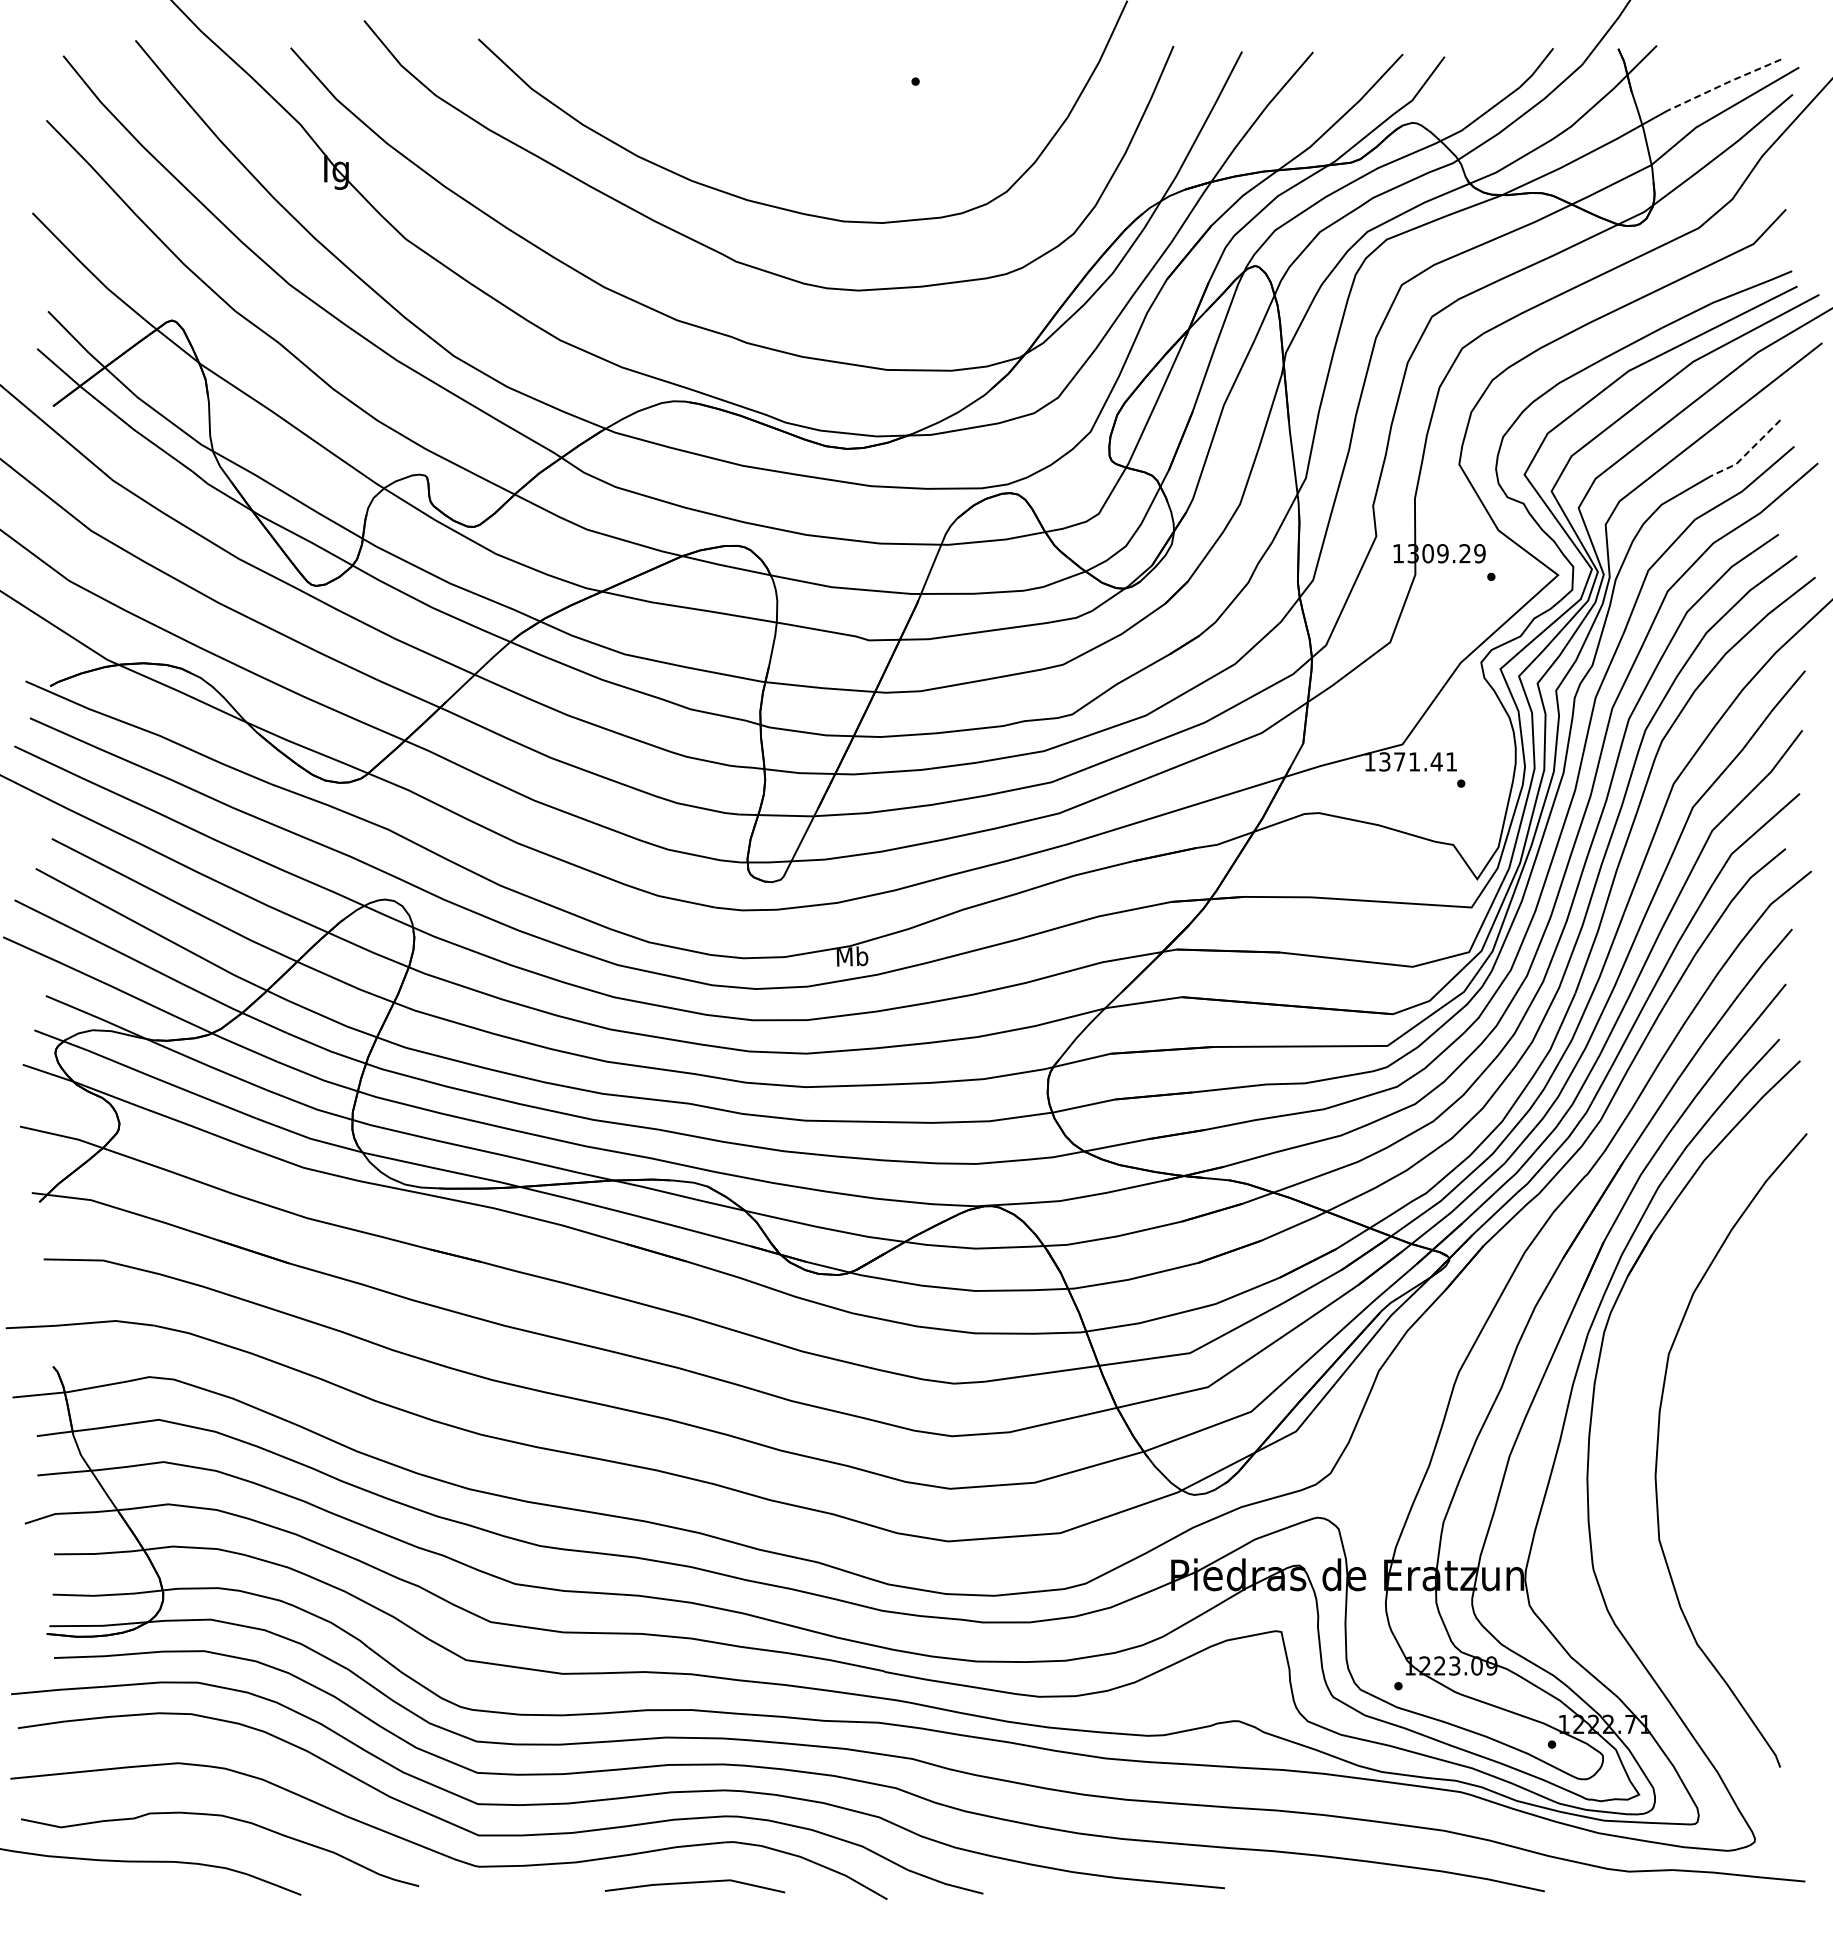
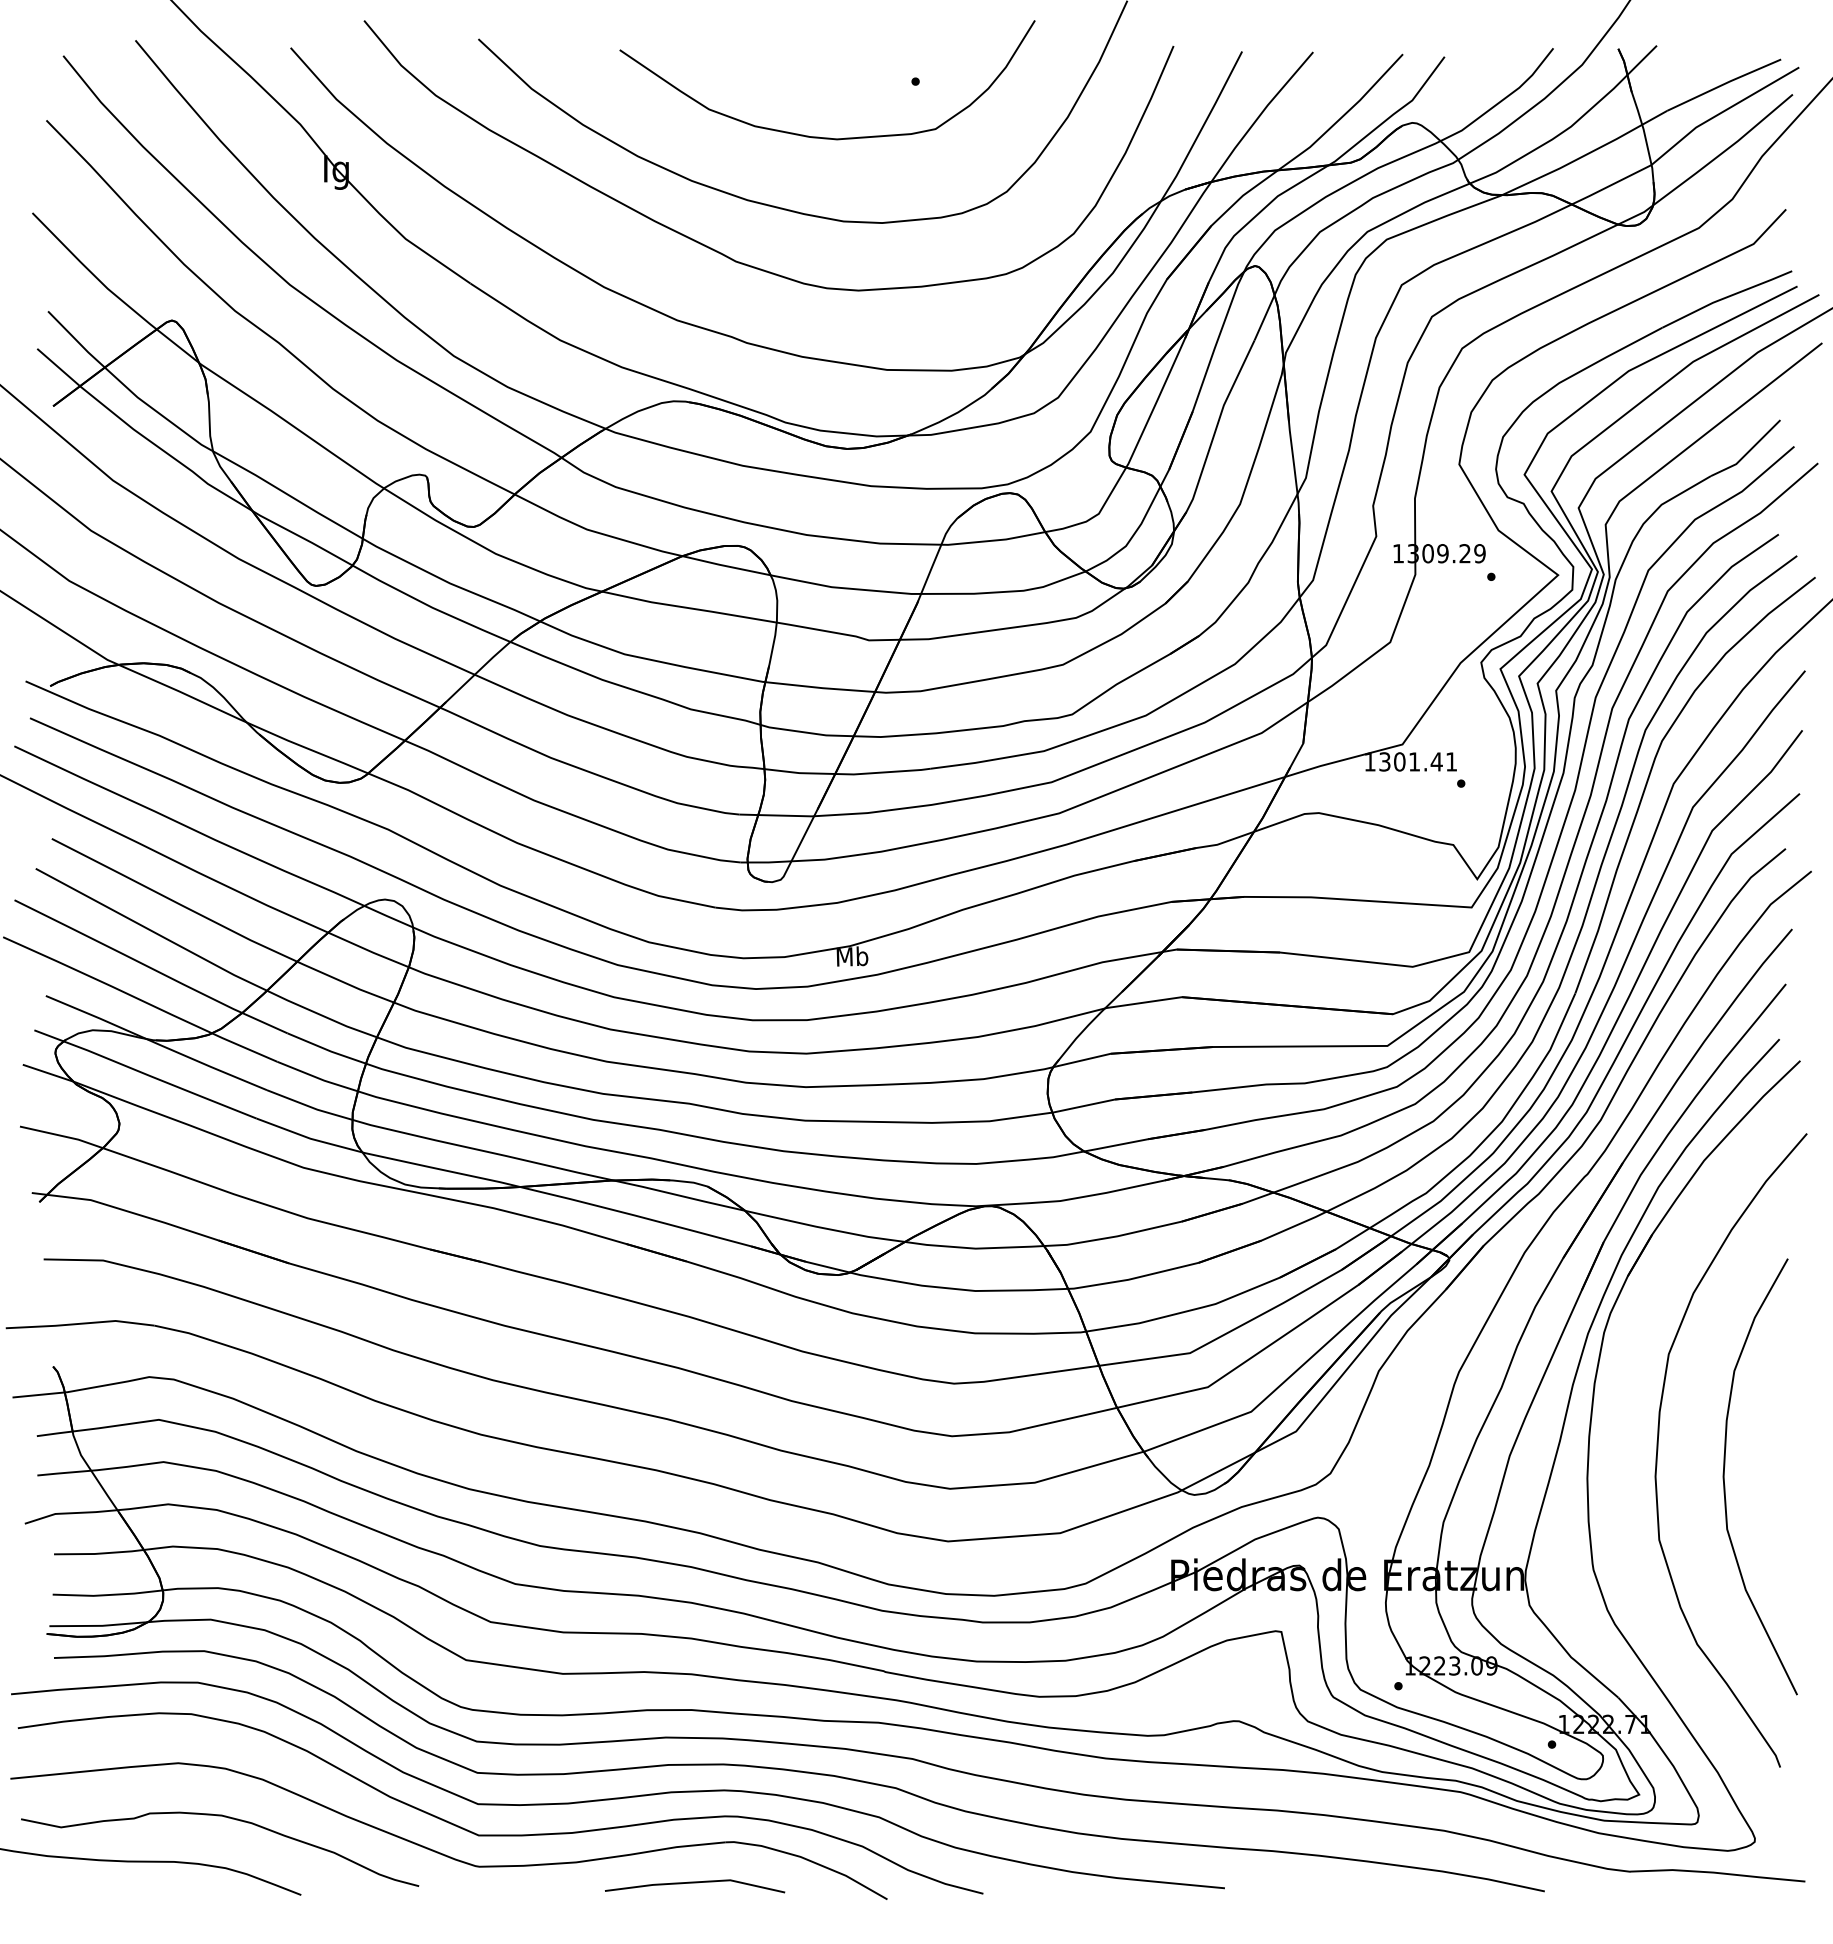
line at (1724, 84): dashed -> solid
curve at (819, 136): none -> present
line at (1748, 452): dashed -> solid
text at (1399, 761): 1371.41 -> 1301.41
curve at (1724, 1476): none -> present
